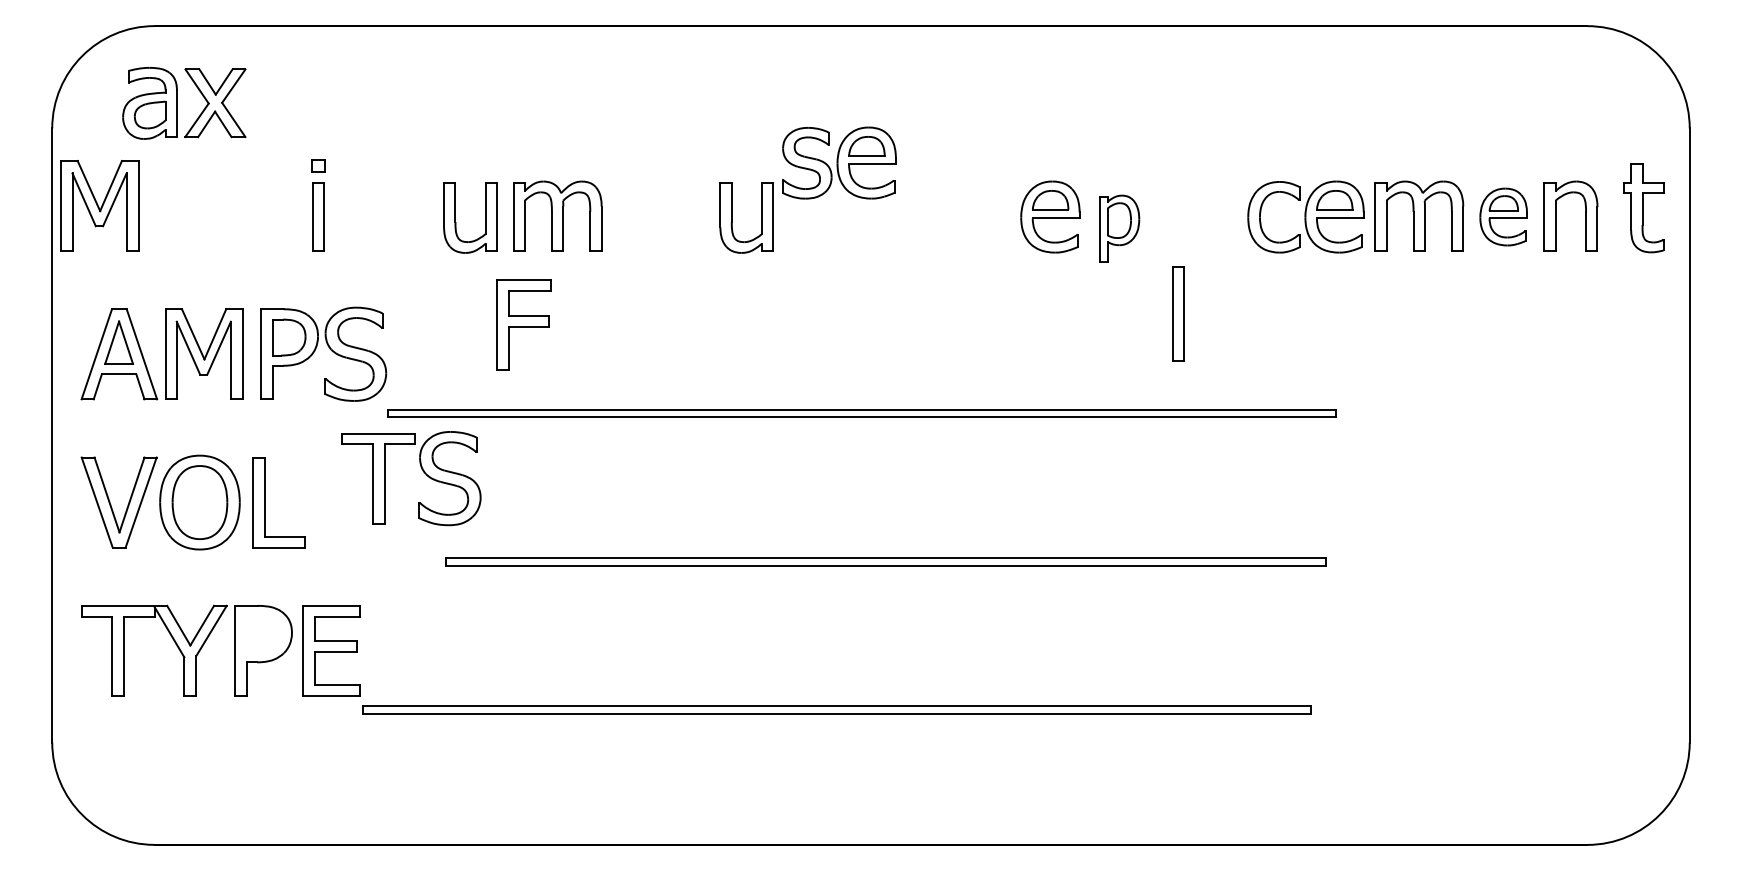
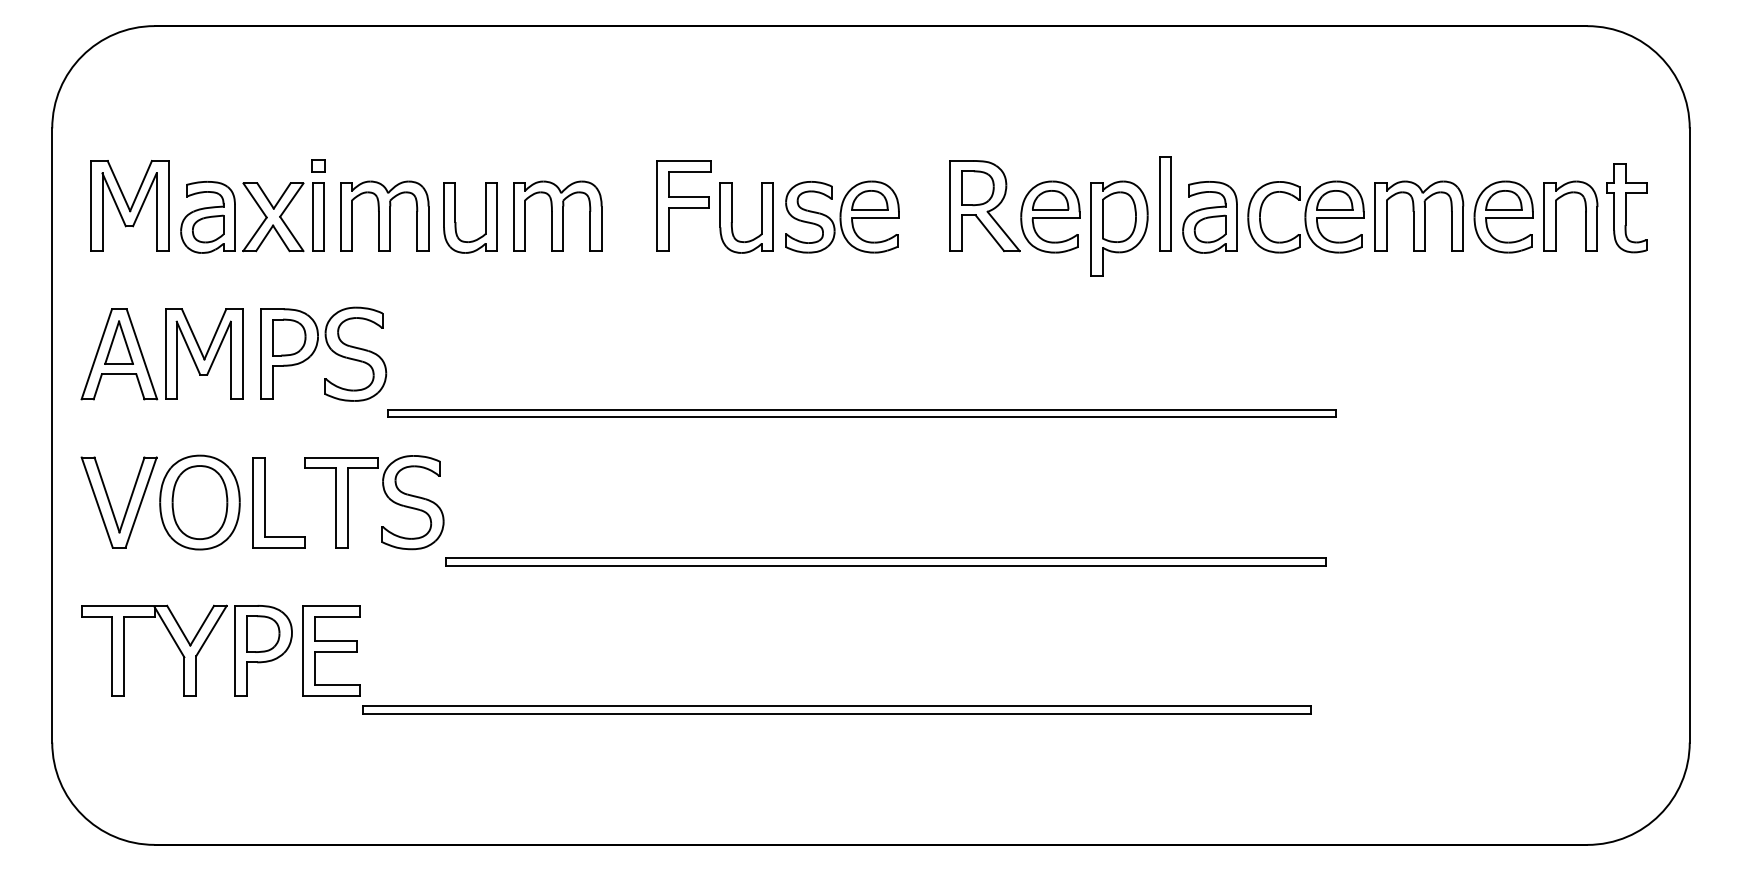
part at (177, 103) position: (177, 103) -> (235, 217)
part at (839, 162) position: (839, 162) -> (842, 216)
part at (99, 205) position: (99, 205) -> (129, 205)
part at (984, 206): none -> present
part at (1643, 208) position: (1643, 208) -> (1626, 208)
part at (384, 215): none -> present
part at (1503, 216) size: 49x60 px -> 61x74 px
part at (1209, 217): none -> present
part at (1119, 228) size: 42x69 px -> 59x97 px
part at (1178, 313) position: (1178, 313) -> (1165, 203)
part at (523, 324) position: (523, 324) -> (683, 205)
part at (422, 471) position: (422, 471) -> (385, 495)
part at (263, 633): none -> present
